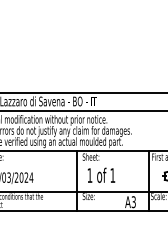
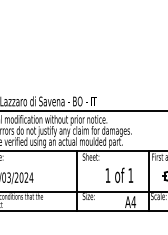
line at (83, 93): present -> none
text at (101, 174) position: (101, 174) -> (119, 174)
text at (133, 202): A3 -> A4
